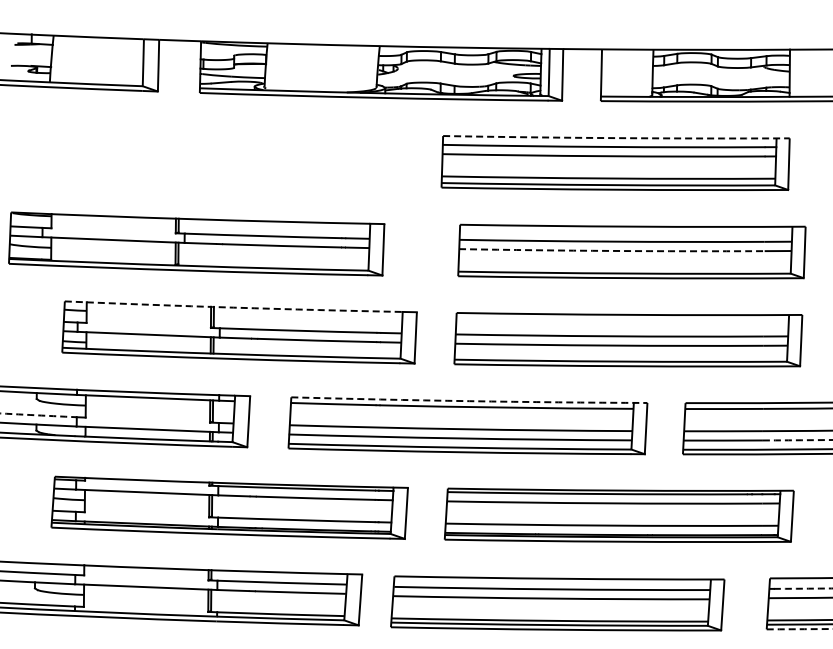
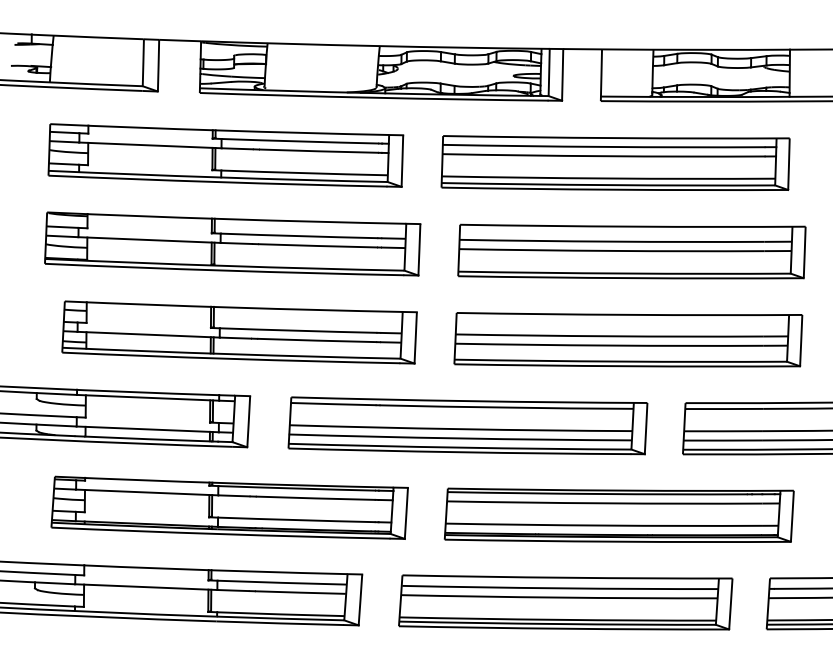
arc at (616, 138): dashed -> solid
part at (225, 155): none -> present
part at (196, 243) position: (196, 243) -> (232, 243)
arc at (611, 250): dashed -> solid
arc at (233, 307): dashed -> solid
arc at (469, 401): dashed -> solid
arc at (38, 415): dashed -> solid
arc at (798, 440): dashed -> solid
arc at (803, 588): dashed -> solid
part at (557, 603) position: (557, 603) -> (565, 602)
arc at (800, 629): dashed -> solid
